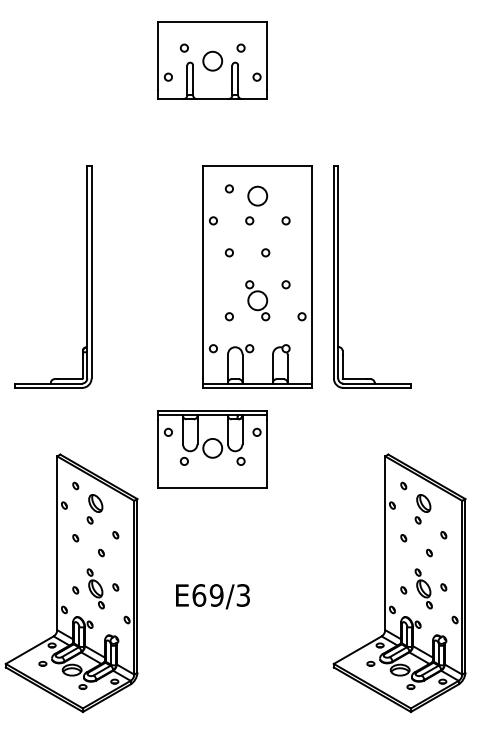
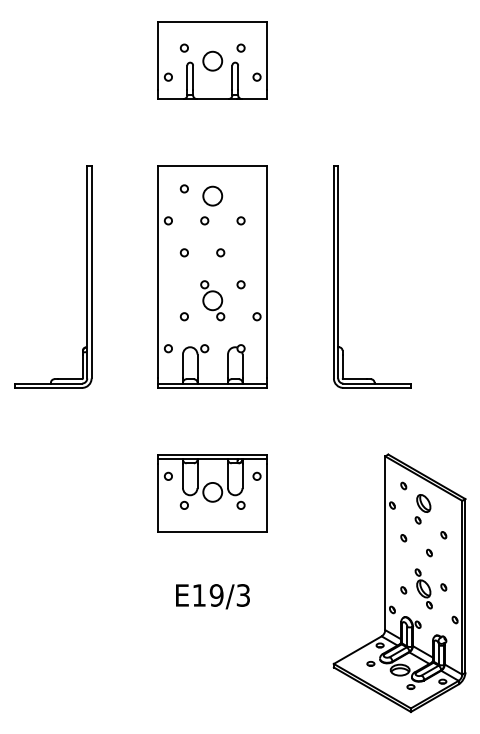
part at (257, 276) position: (257, 276) -> (212, 276)
part at (212, 449) position: (212, 449) -> (212, 493)
part at (71, 582): present -> none
text at (199, 595): E69/3 -> E19/3
